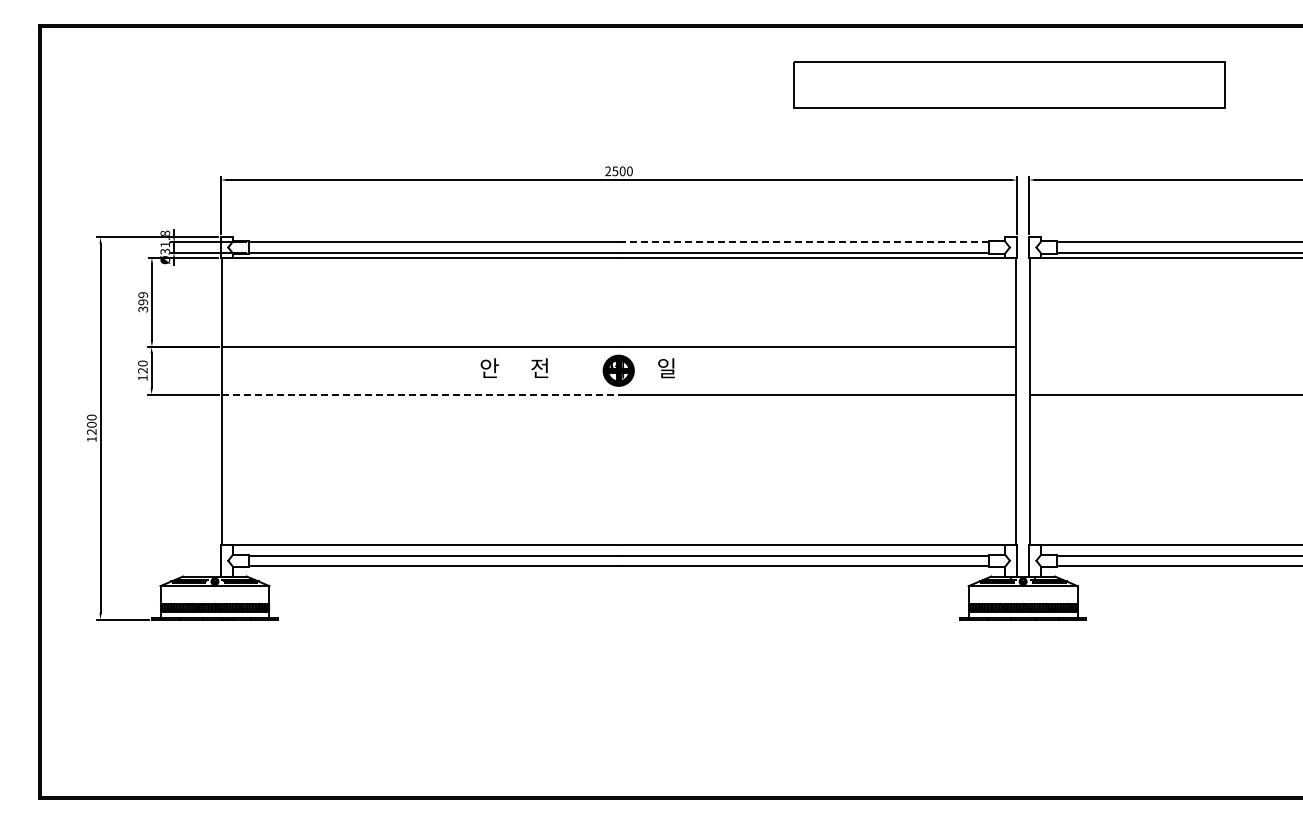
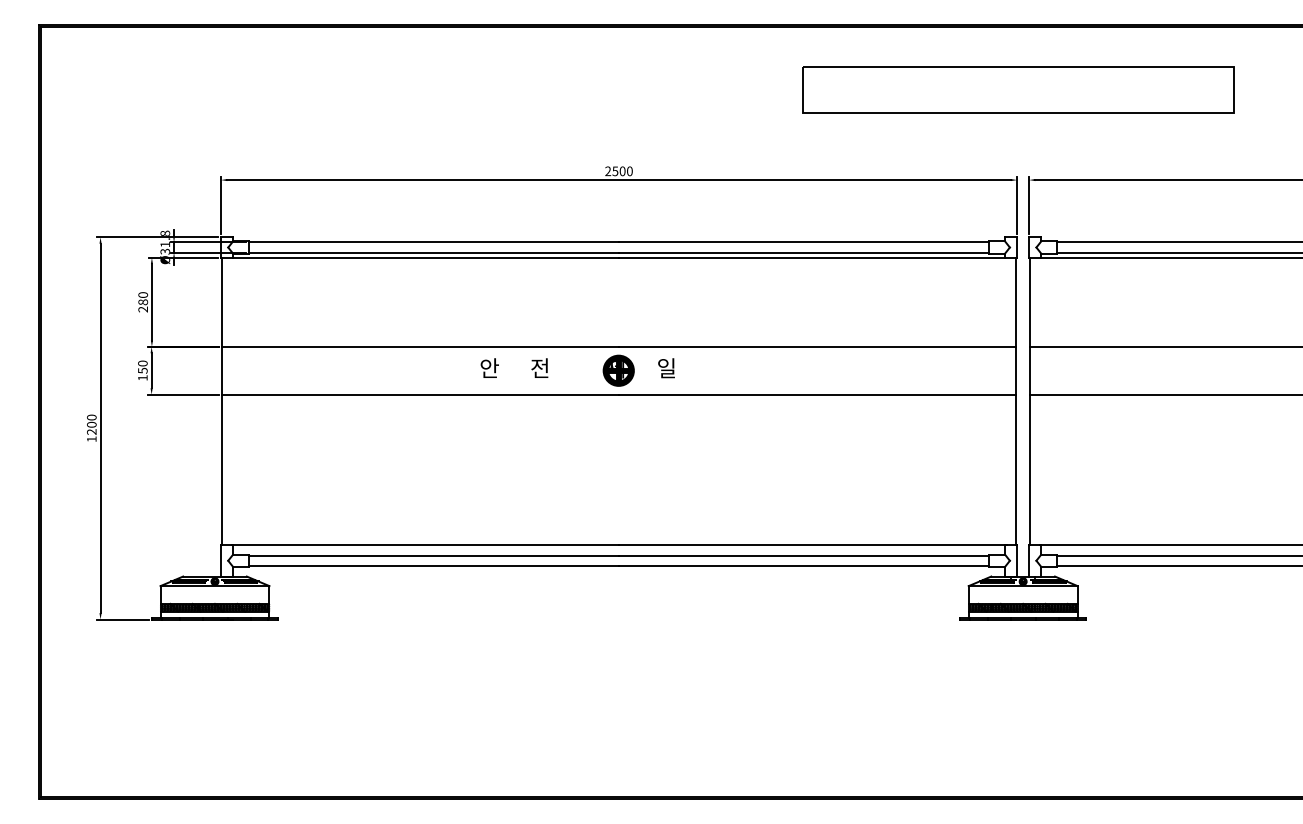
part at (1009, 84) position: (1009, 84) -> (1018, 89)
line at (803, 242): dashed -> solid
text at (143, 302): 399 -> 280
line at (1164, 346): none -> present
text at (142, 370): 120 -> 150
line at (420, 394): dashed -> solid
